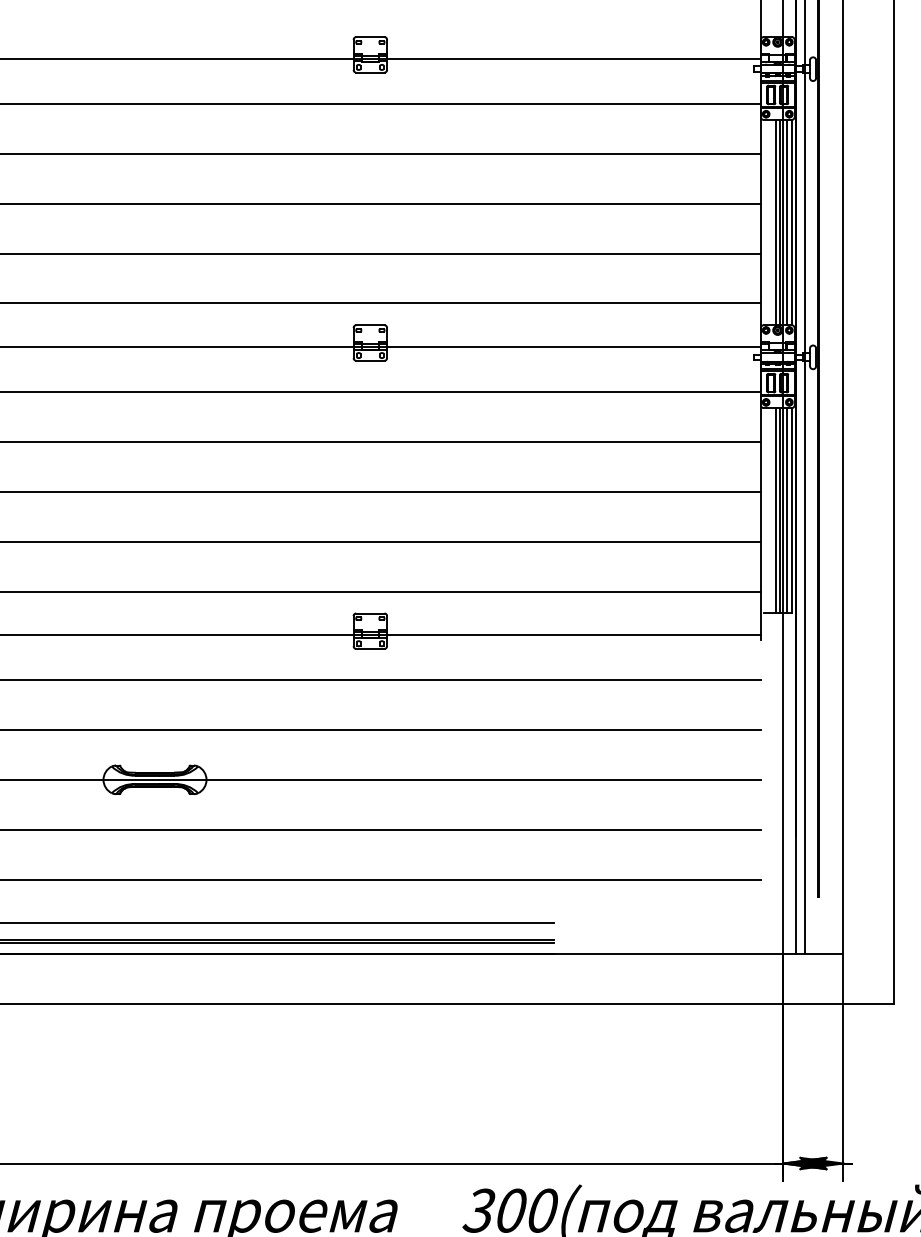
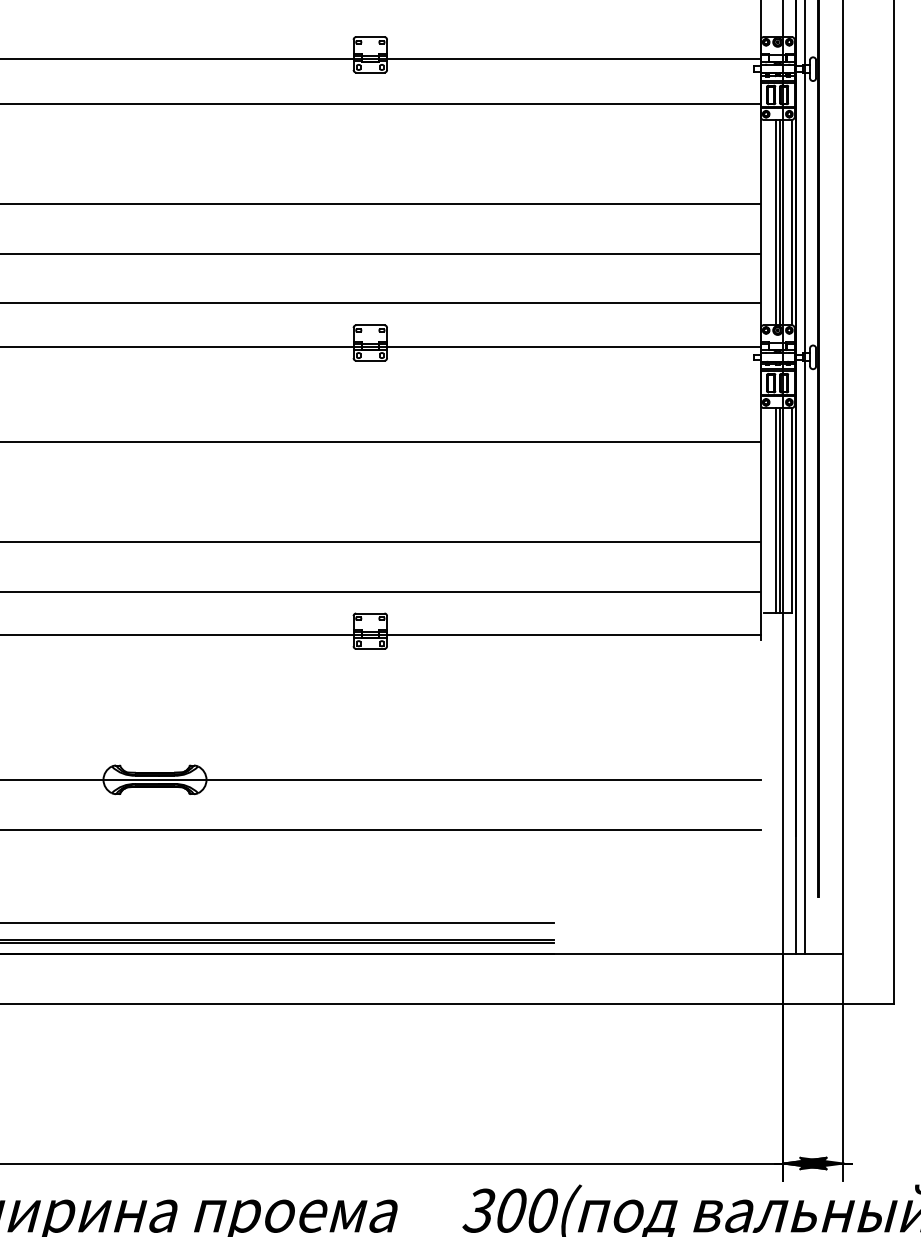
line at (381, 153): present -> none
line at (787, 222): present -> none
line at (381, 392): present -> none
line at (381, 491): present -> none
line at (787, 510): present -> none
line at (381, 680): present -> none
line at (381, 730): present -> none
line at (381, 879): present -> none
